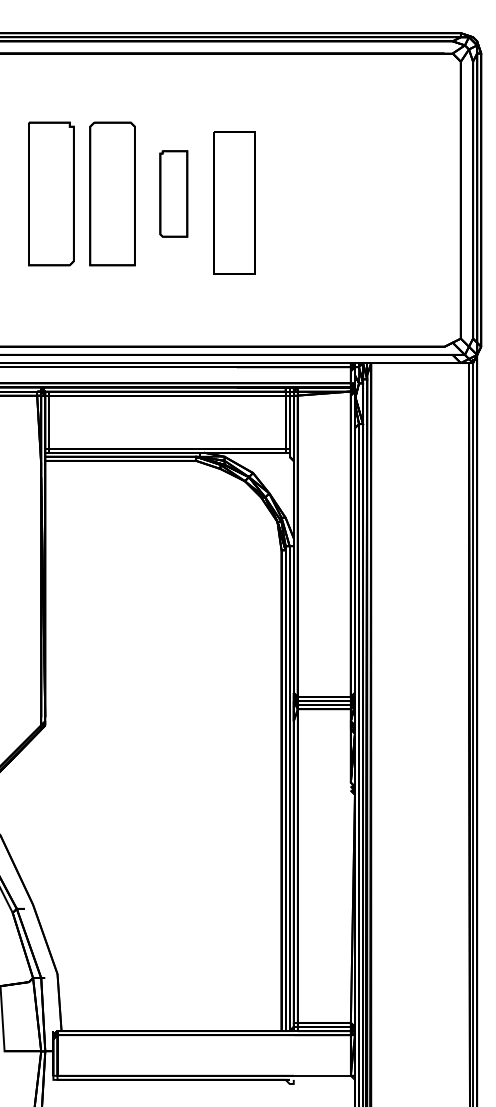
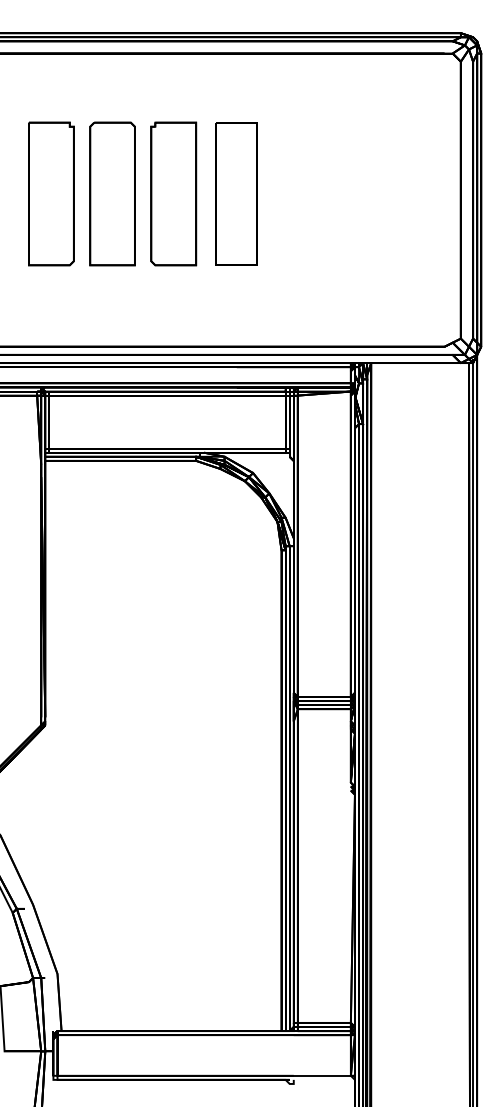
part at (173, 193) size: 30x88 px -> 48x146 px
part at (234, 202) position: (234, 202) -> (236, 193)
